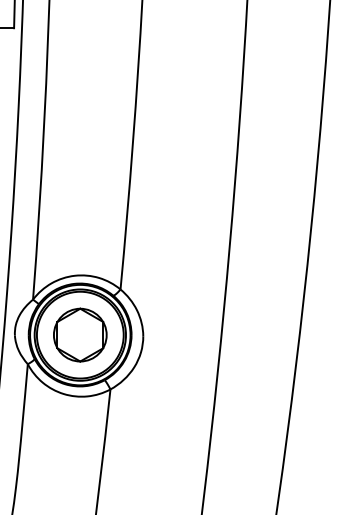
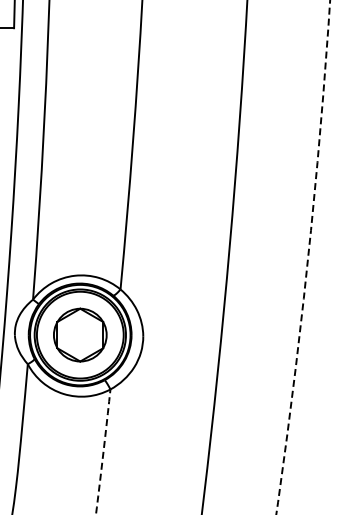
arc at (308, 257): solid -> dashed
arc at (103, 451): solid -> dashed
